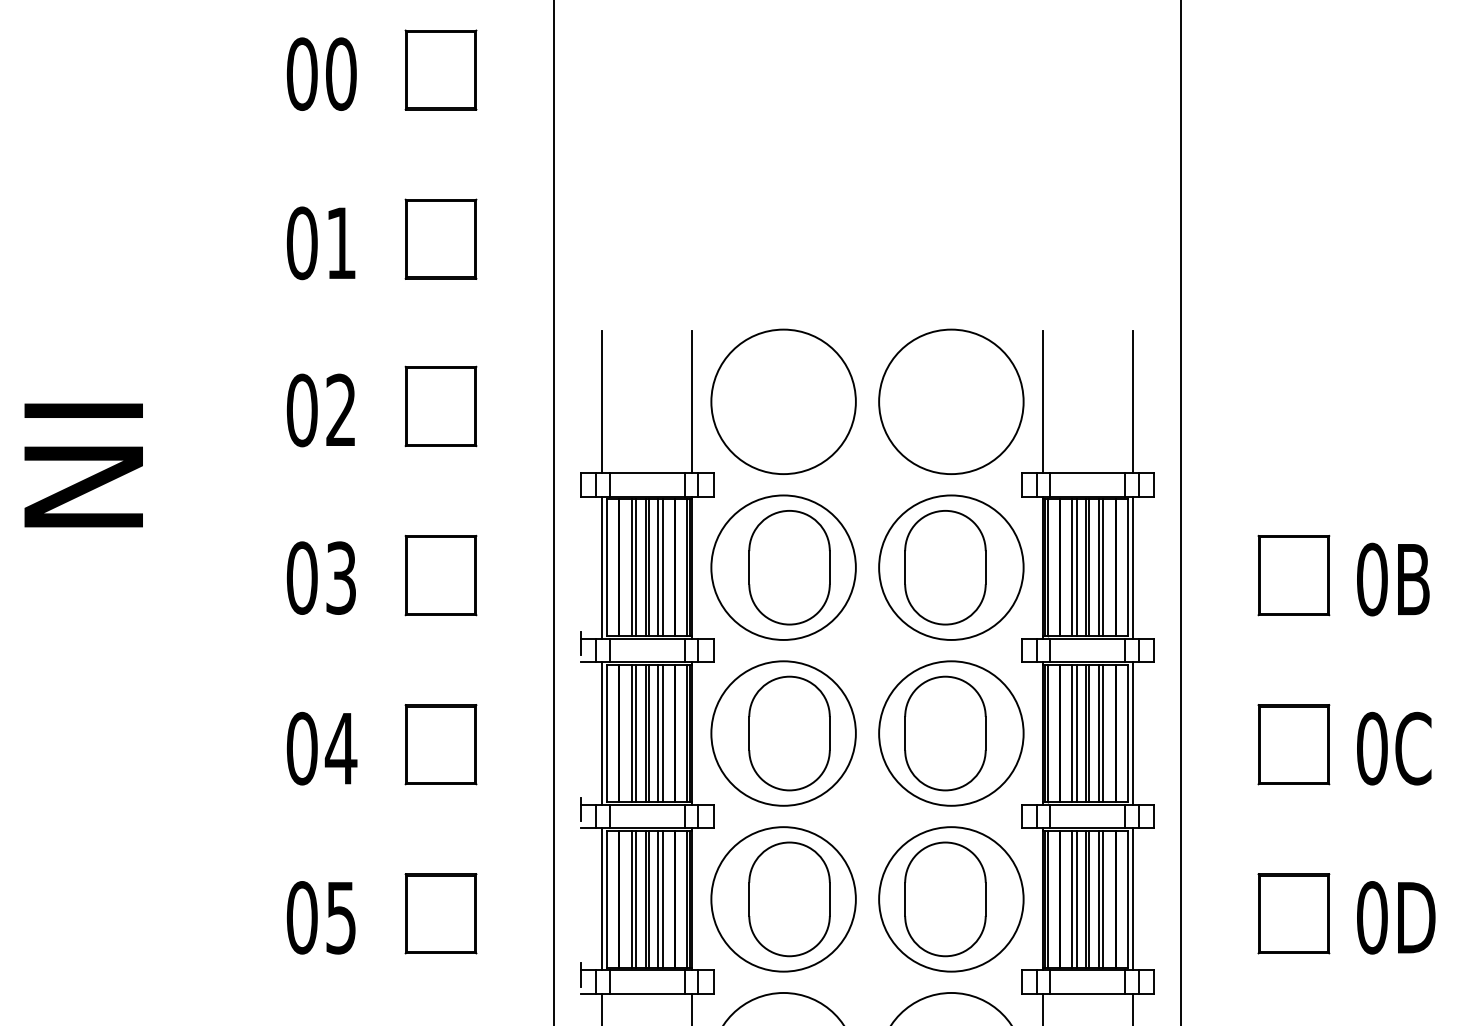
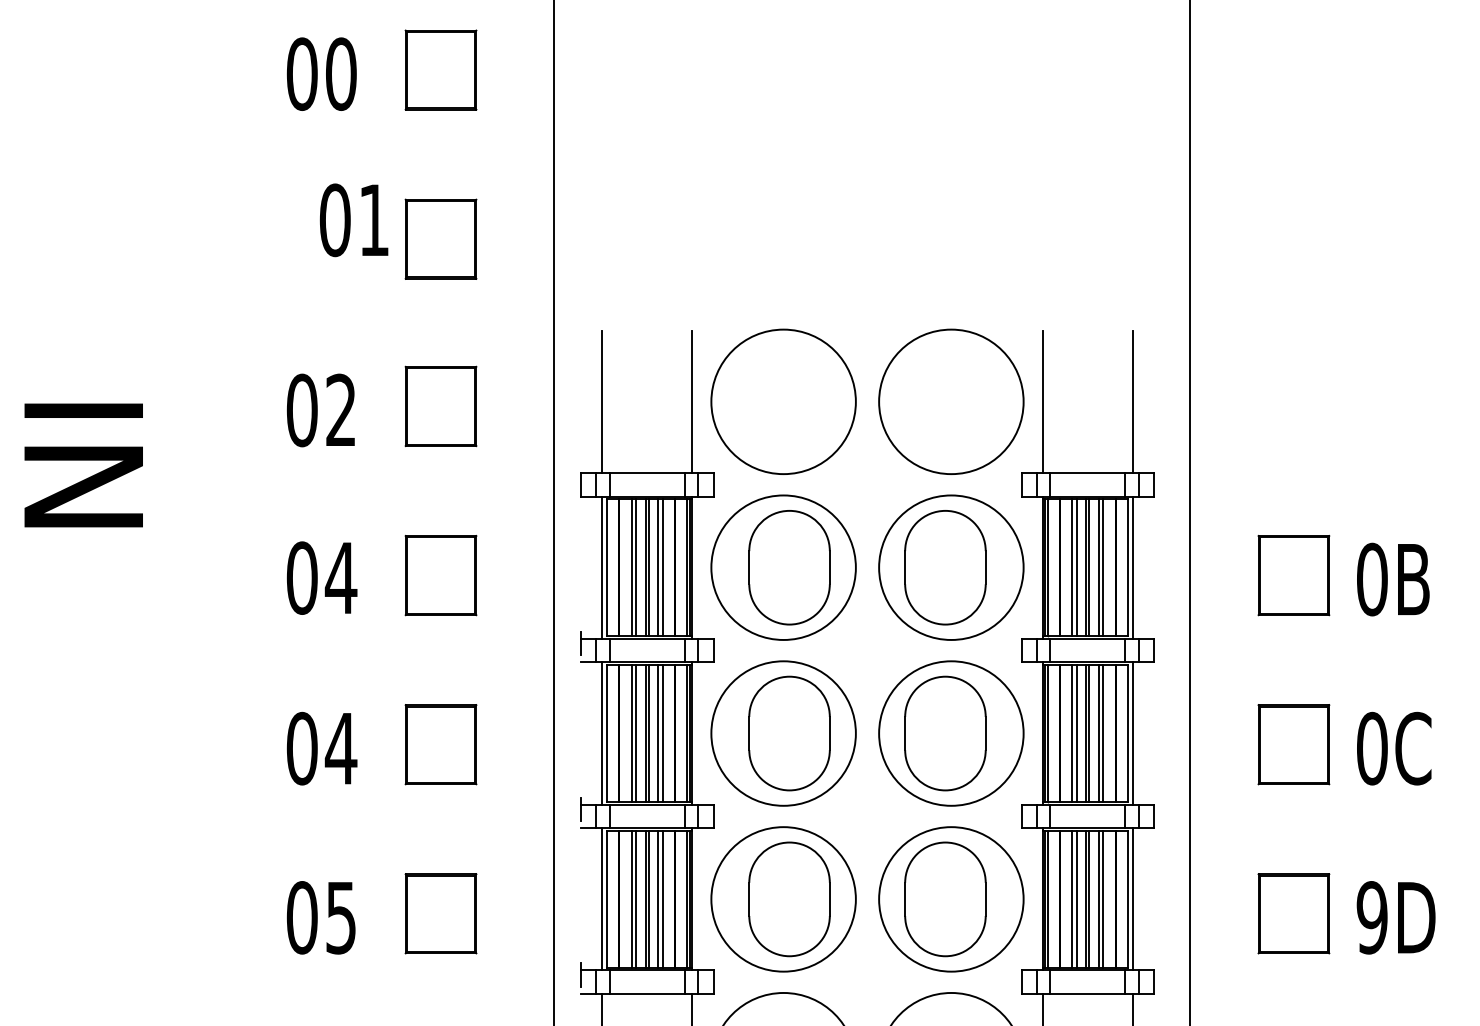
text at (321, 243) position: (321, 243) -> (354, 220)
line at (1181, 512) position: (1181, 512) -> (1190, 512)
text at (340, 577): 03 -> 04
text at (1371, 917): 0D -> 9D
